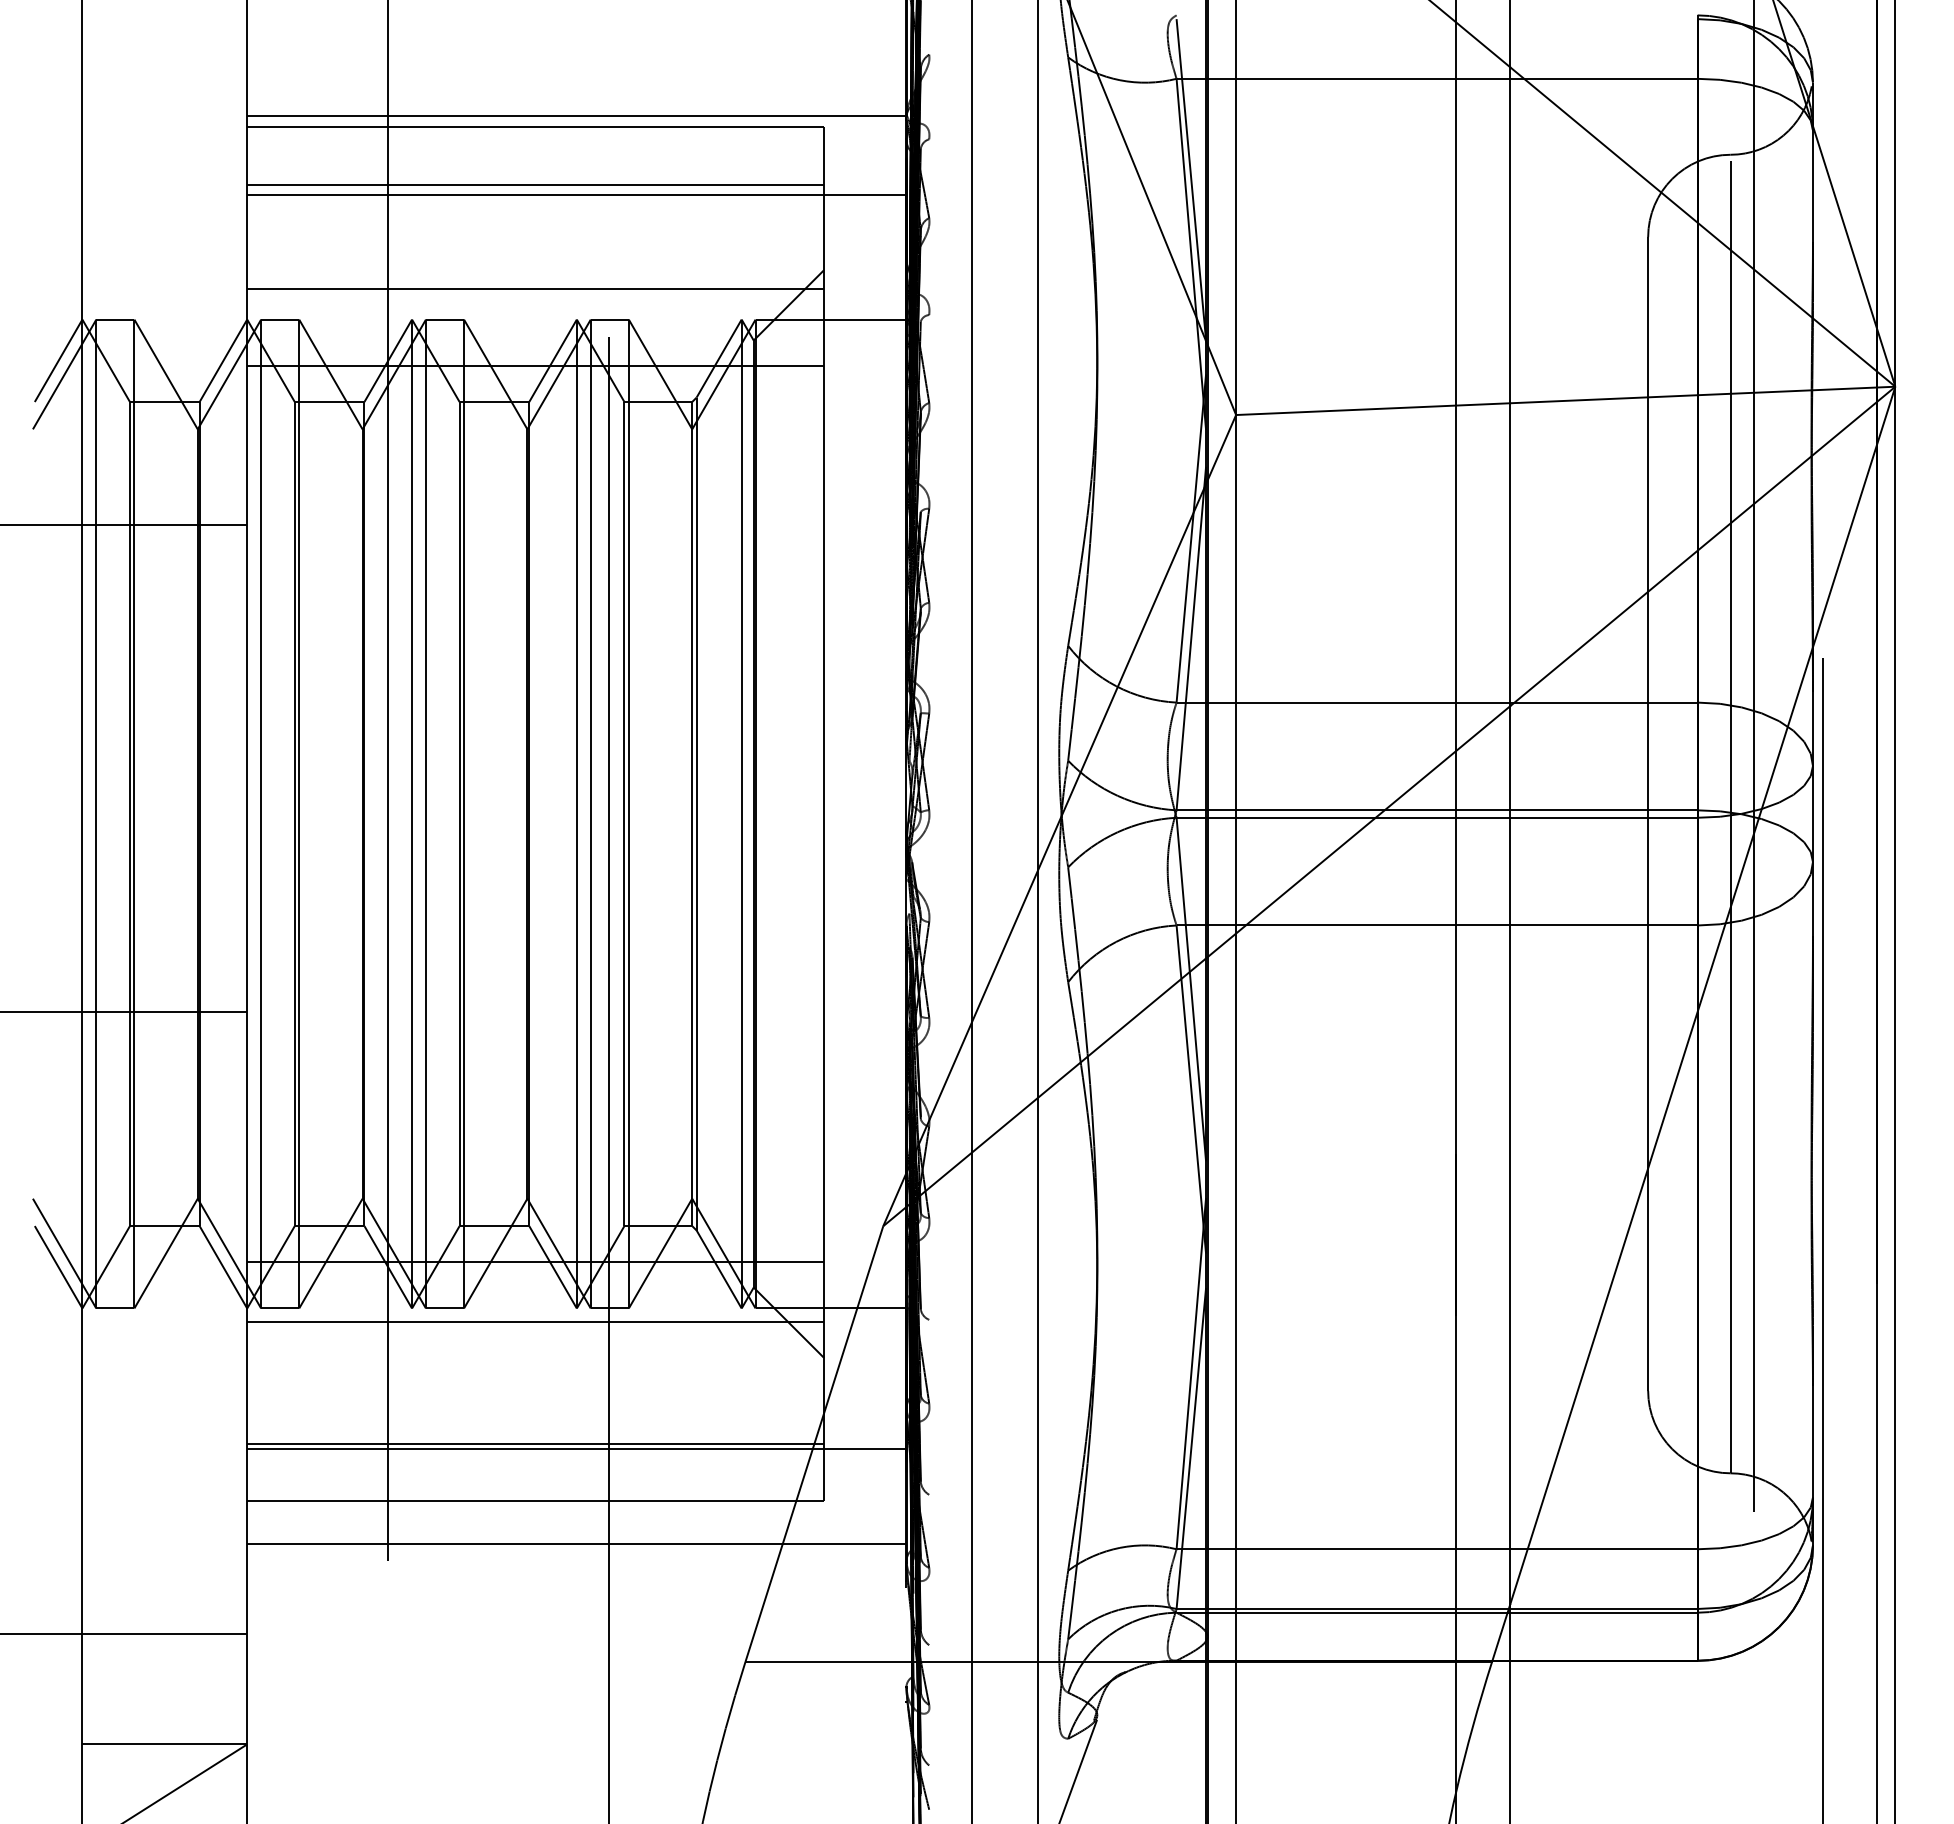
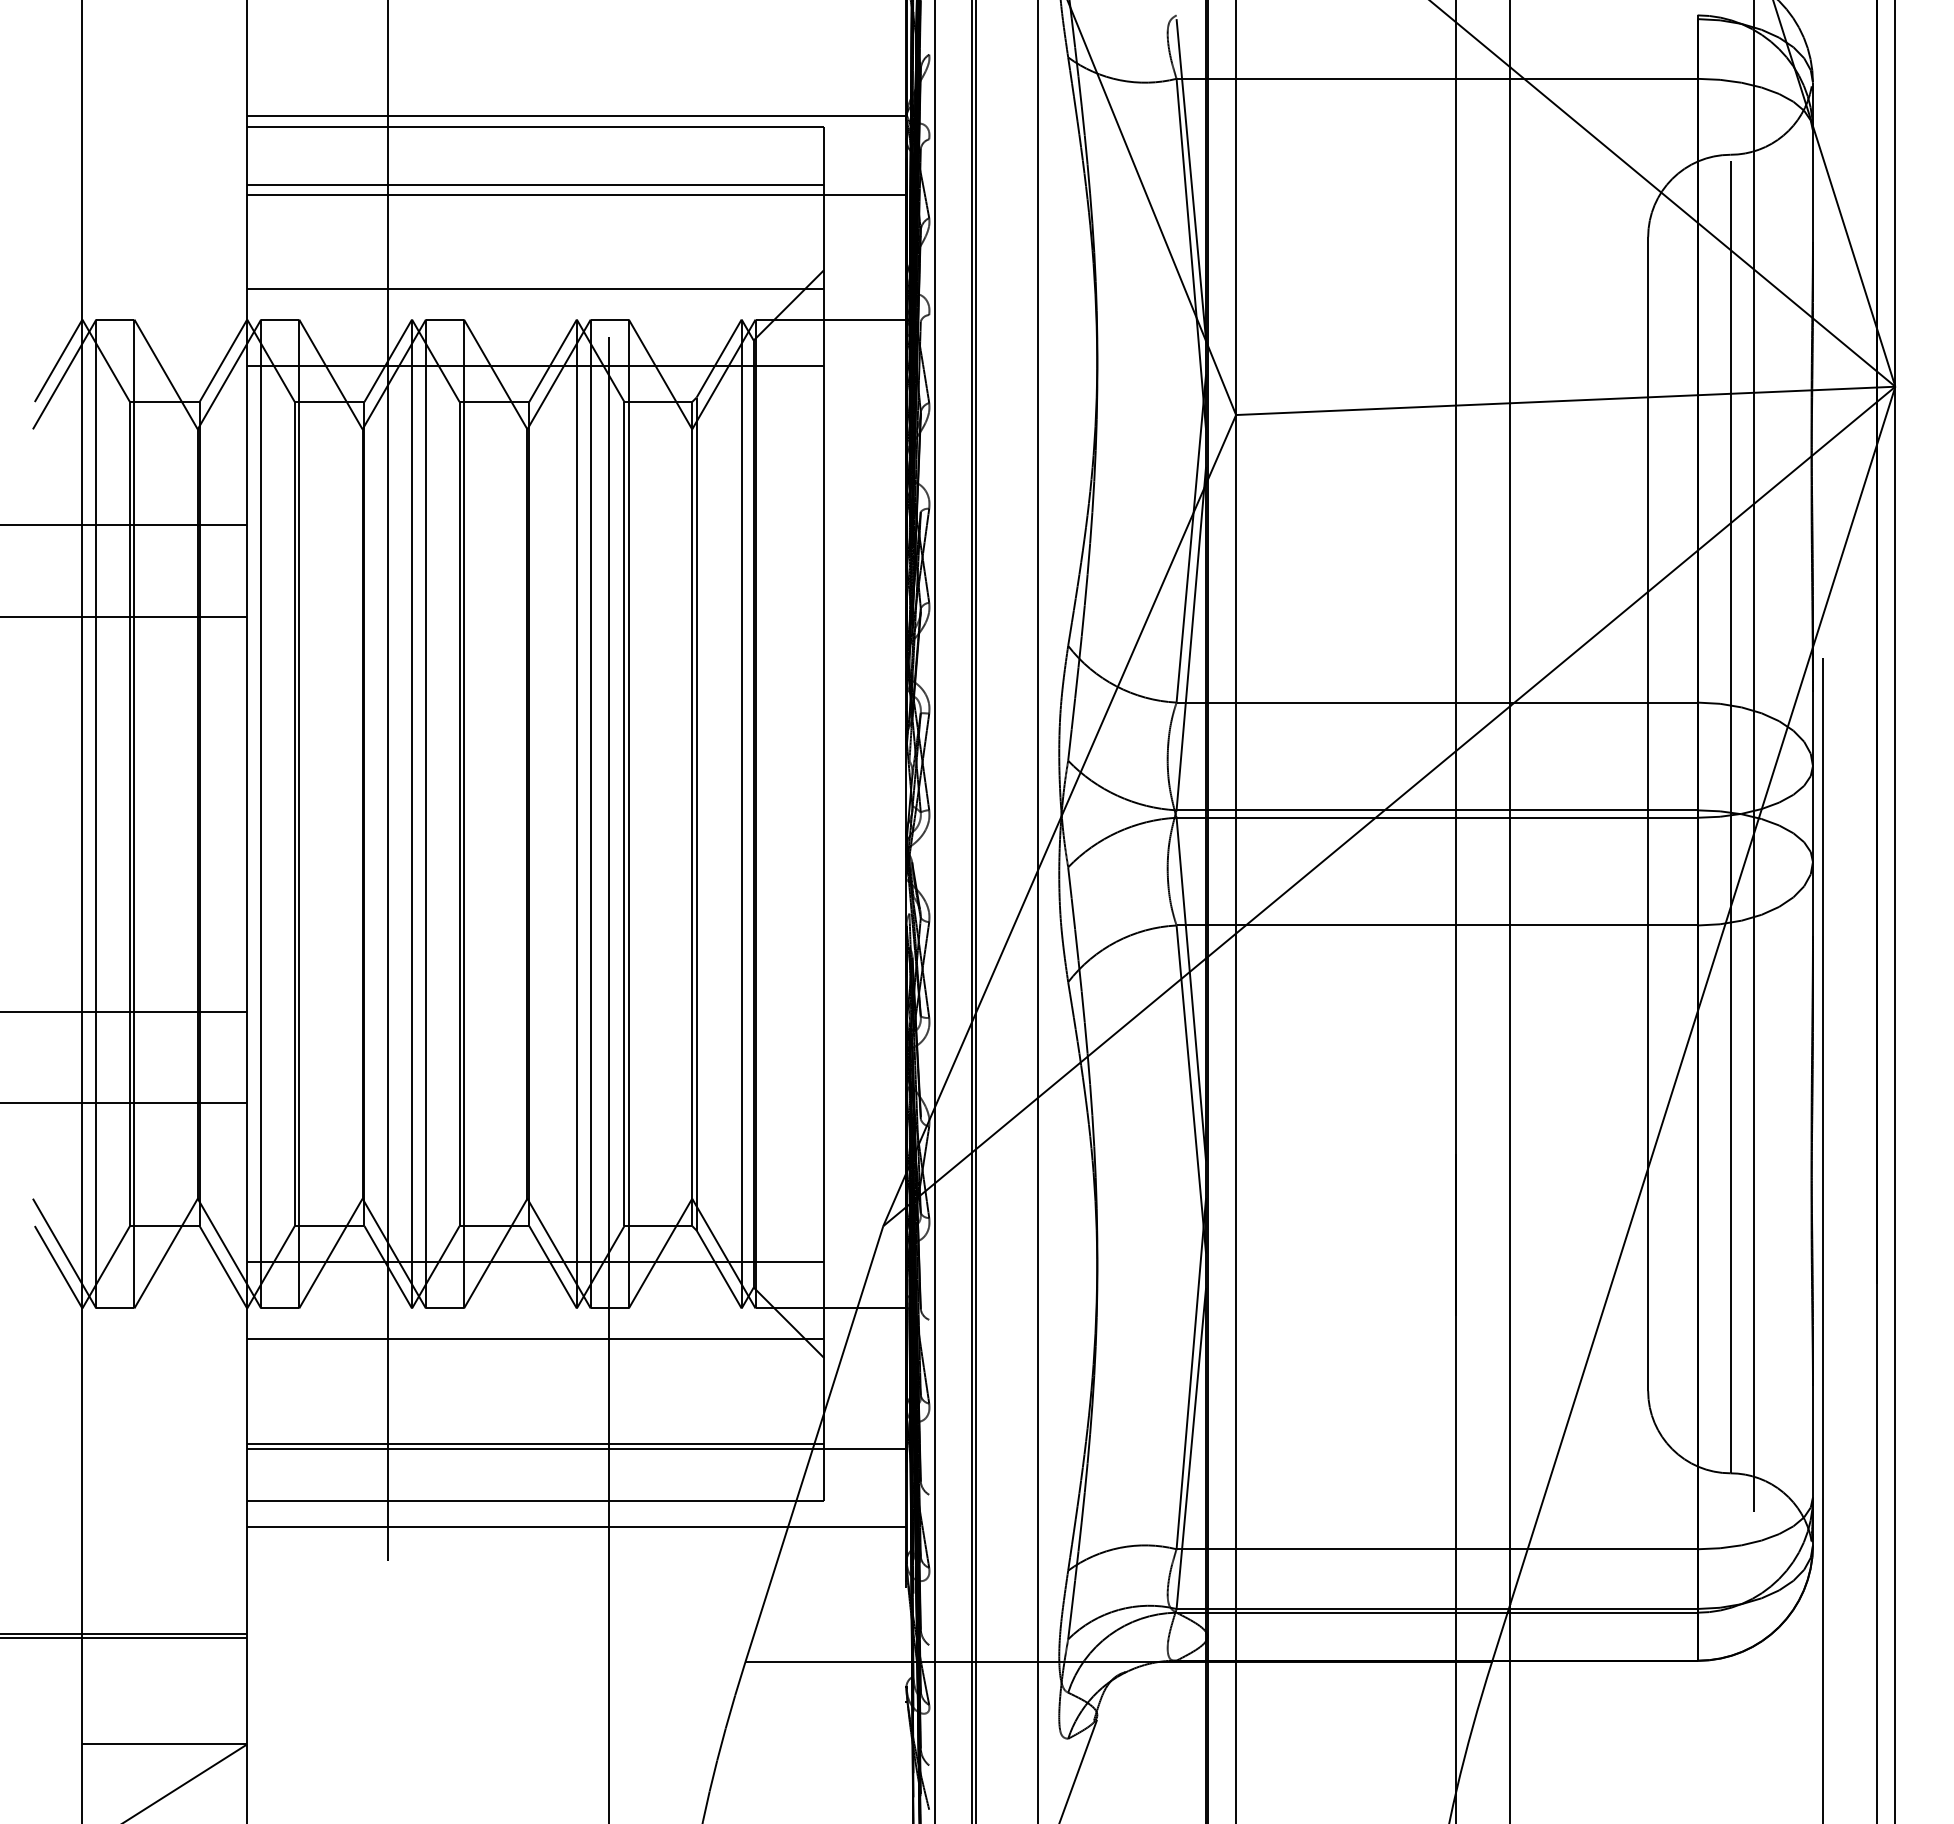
line at (124, 616): none -> present
line at (934, 911): none -> present
line at (975, 911): none -> present
line at (124, 1103): none -> present
line at (535, 1322) position: (535, 1322) -> (535, 1339)
line at (576, 1544) position: (576, 1544) -> (576, 1527)
line at (124, 1638): none -> present
